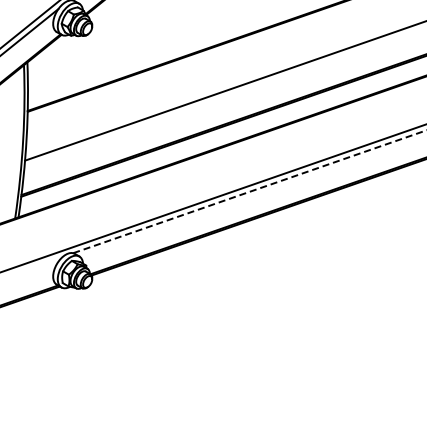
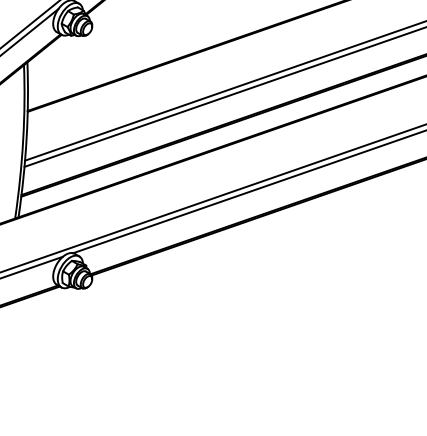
line at (223, 97): none -> present
line at (249, 191): dashed -> solid
line at (32, 266): none -> present
